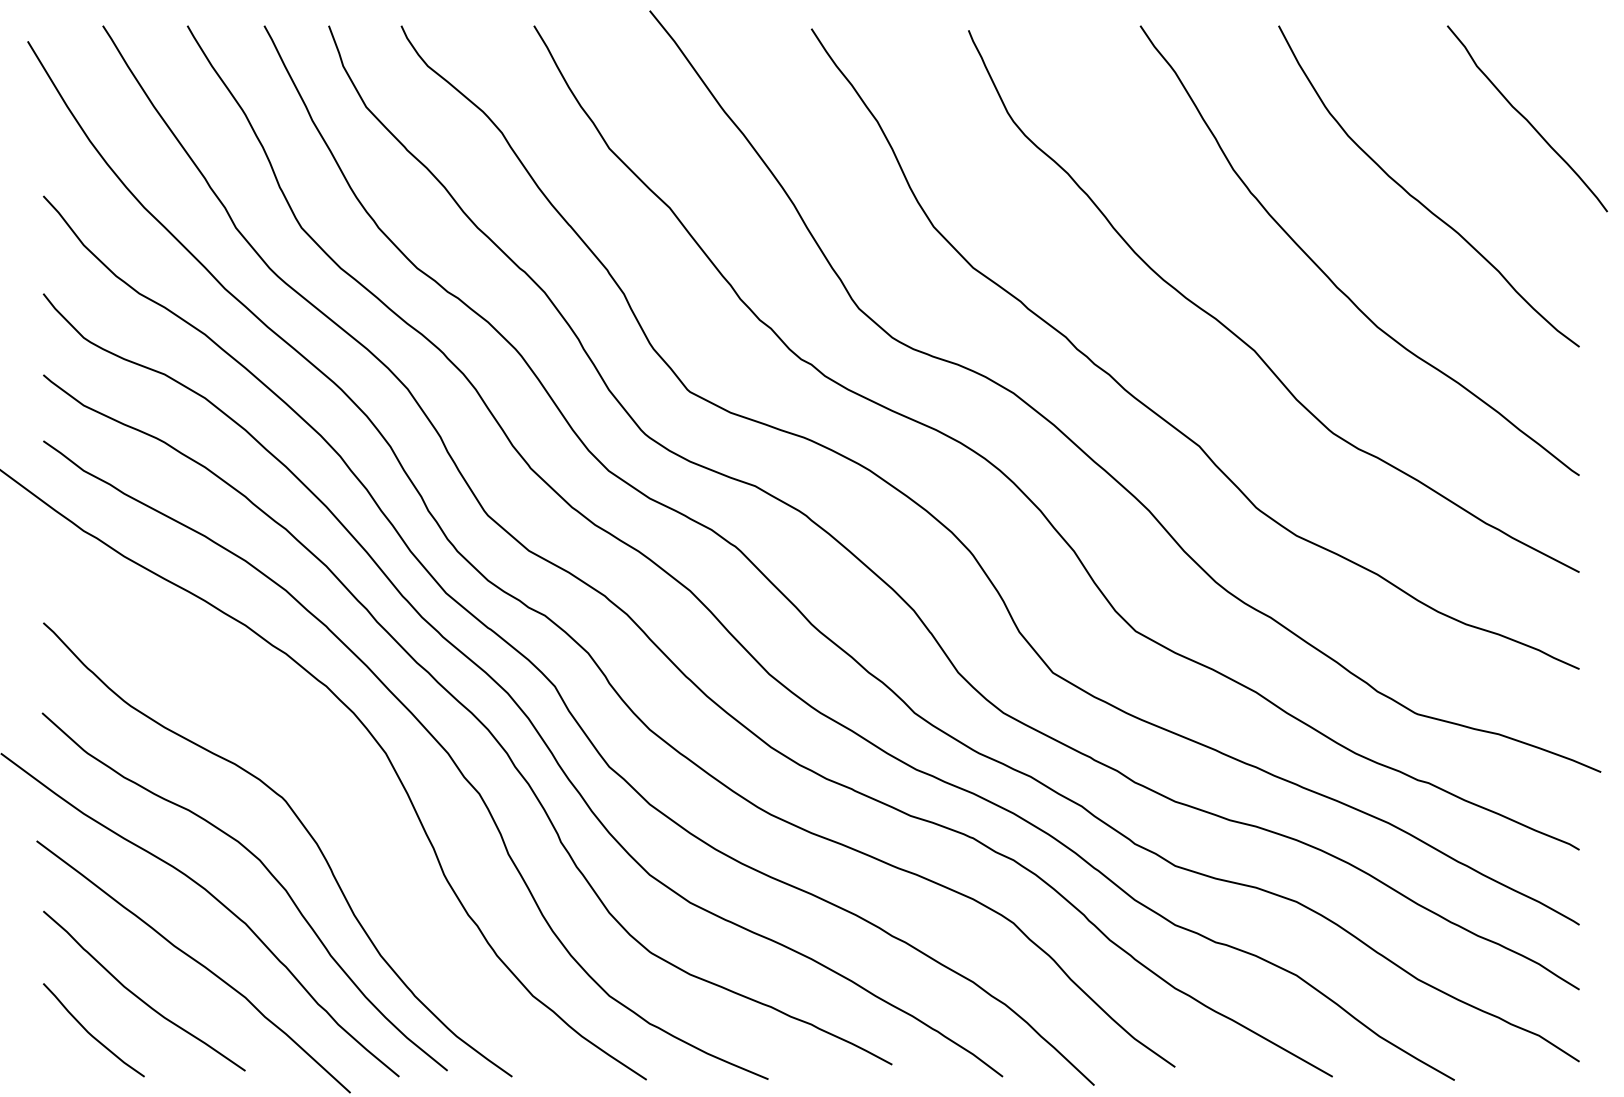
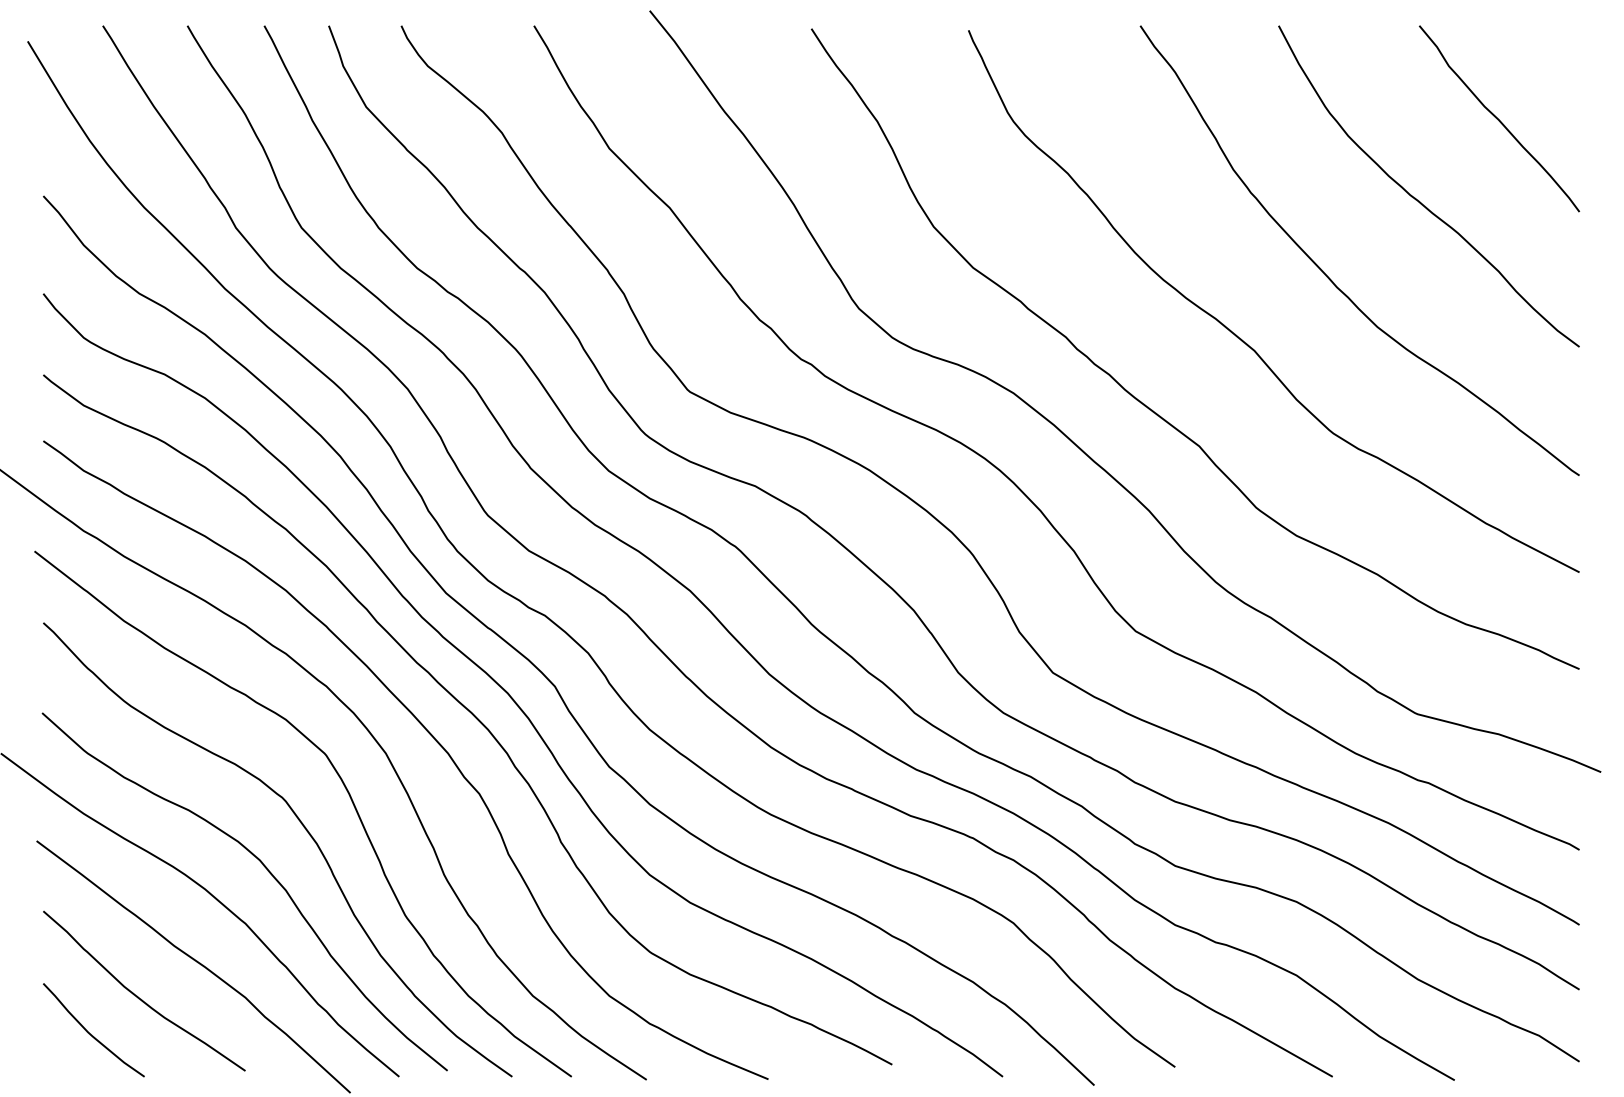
curve at (1526, 118) position: (1526, 118) -> (1498, 118)
curve at (346, 791): none -> present
